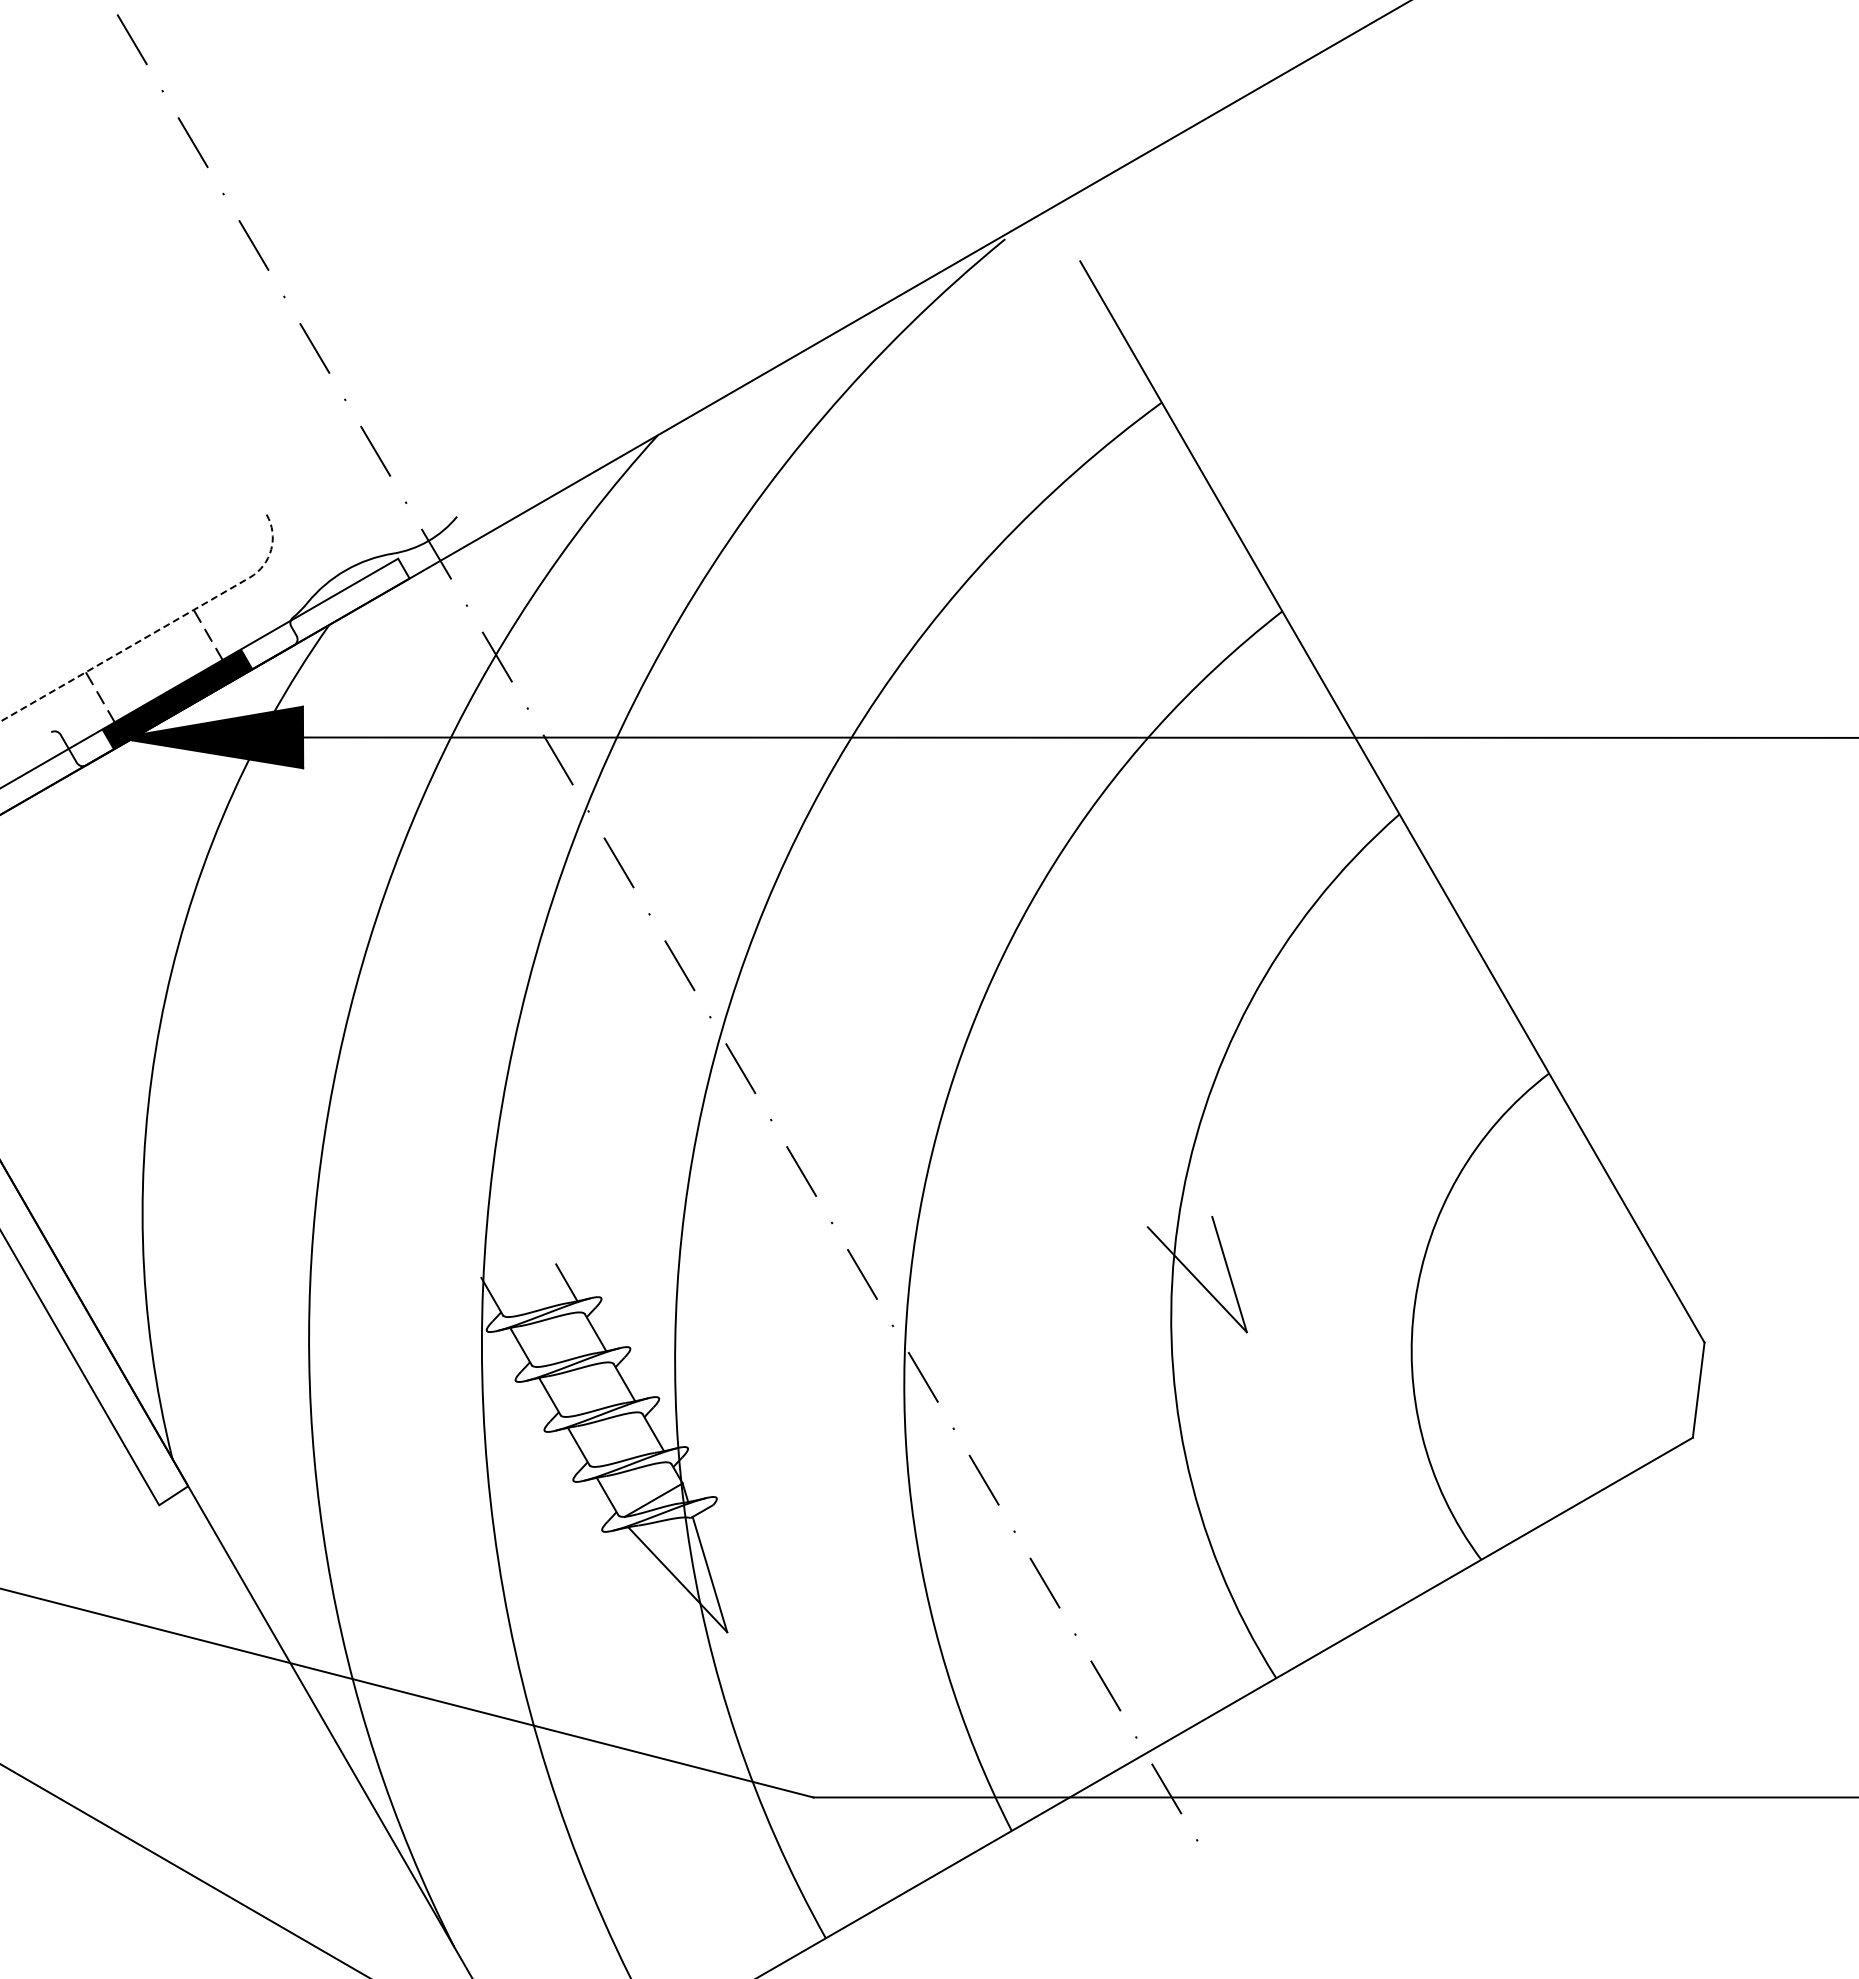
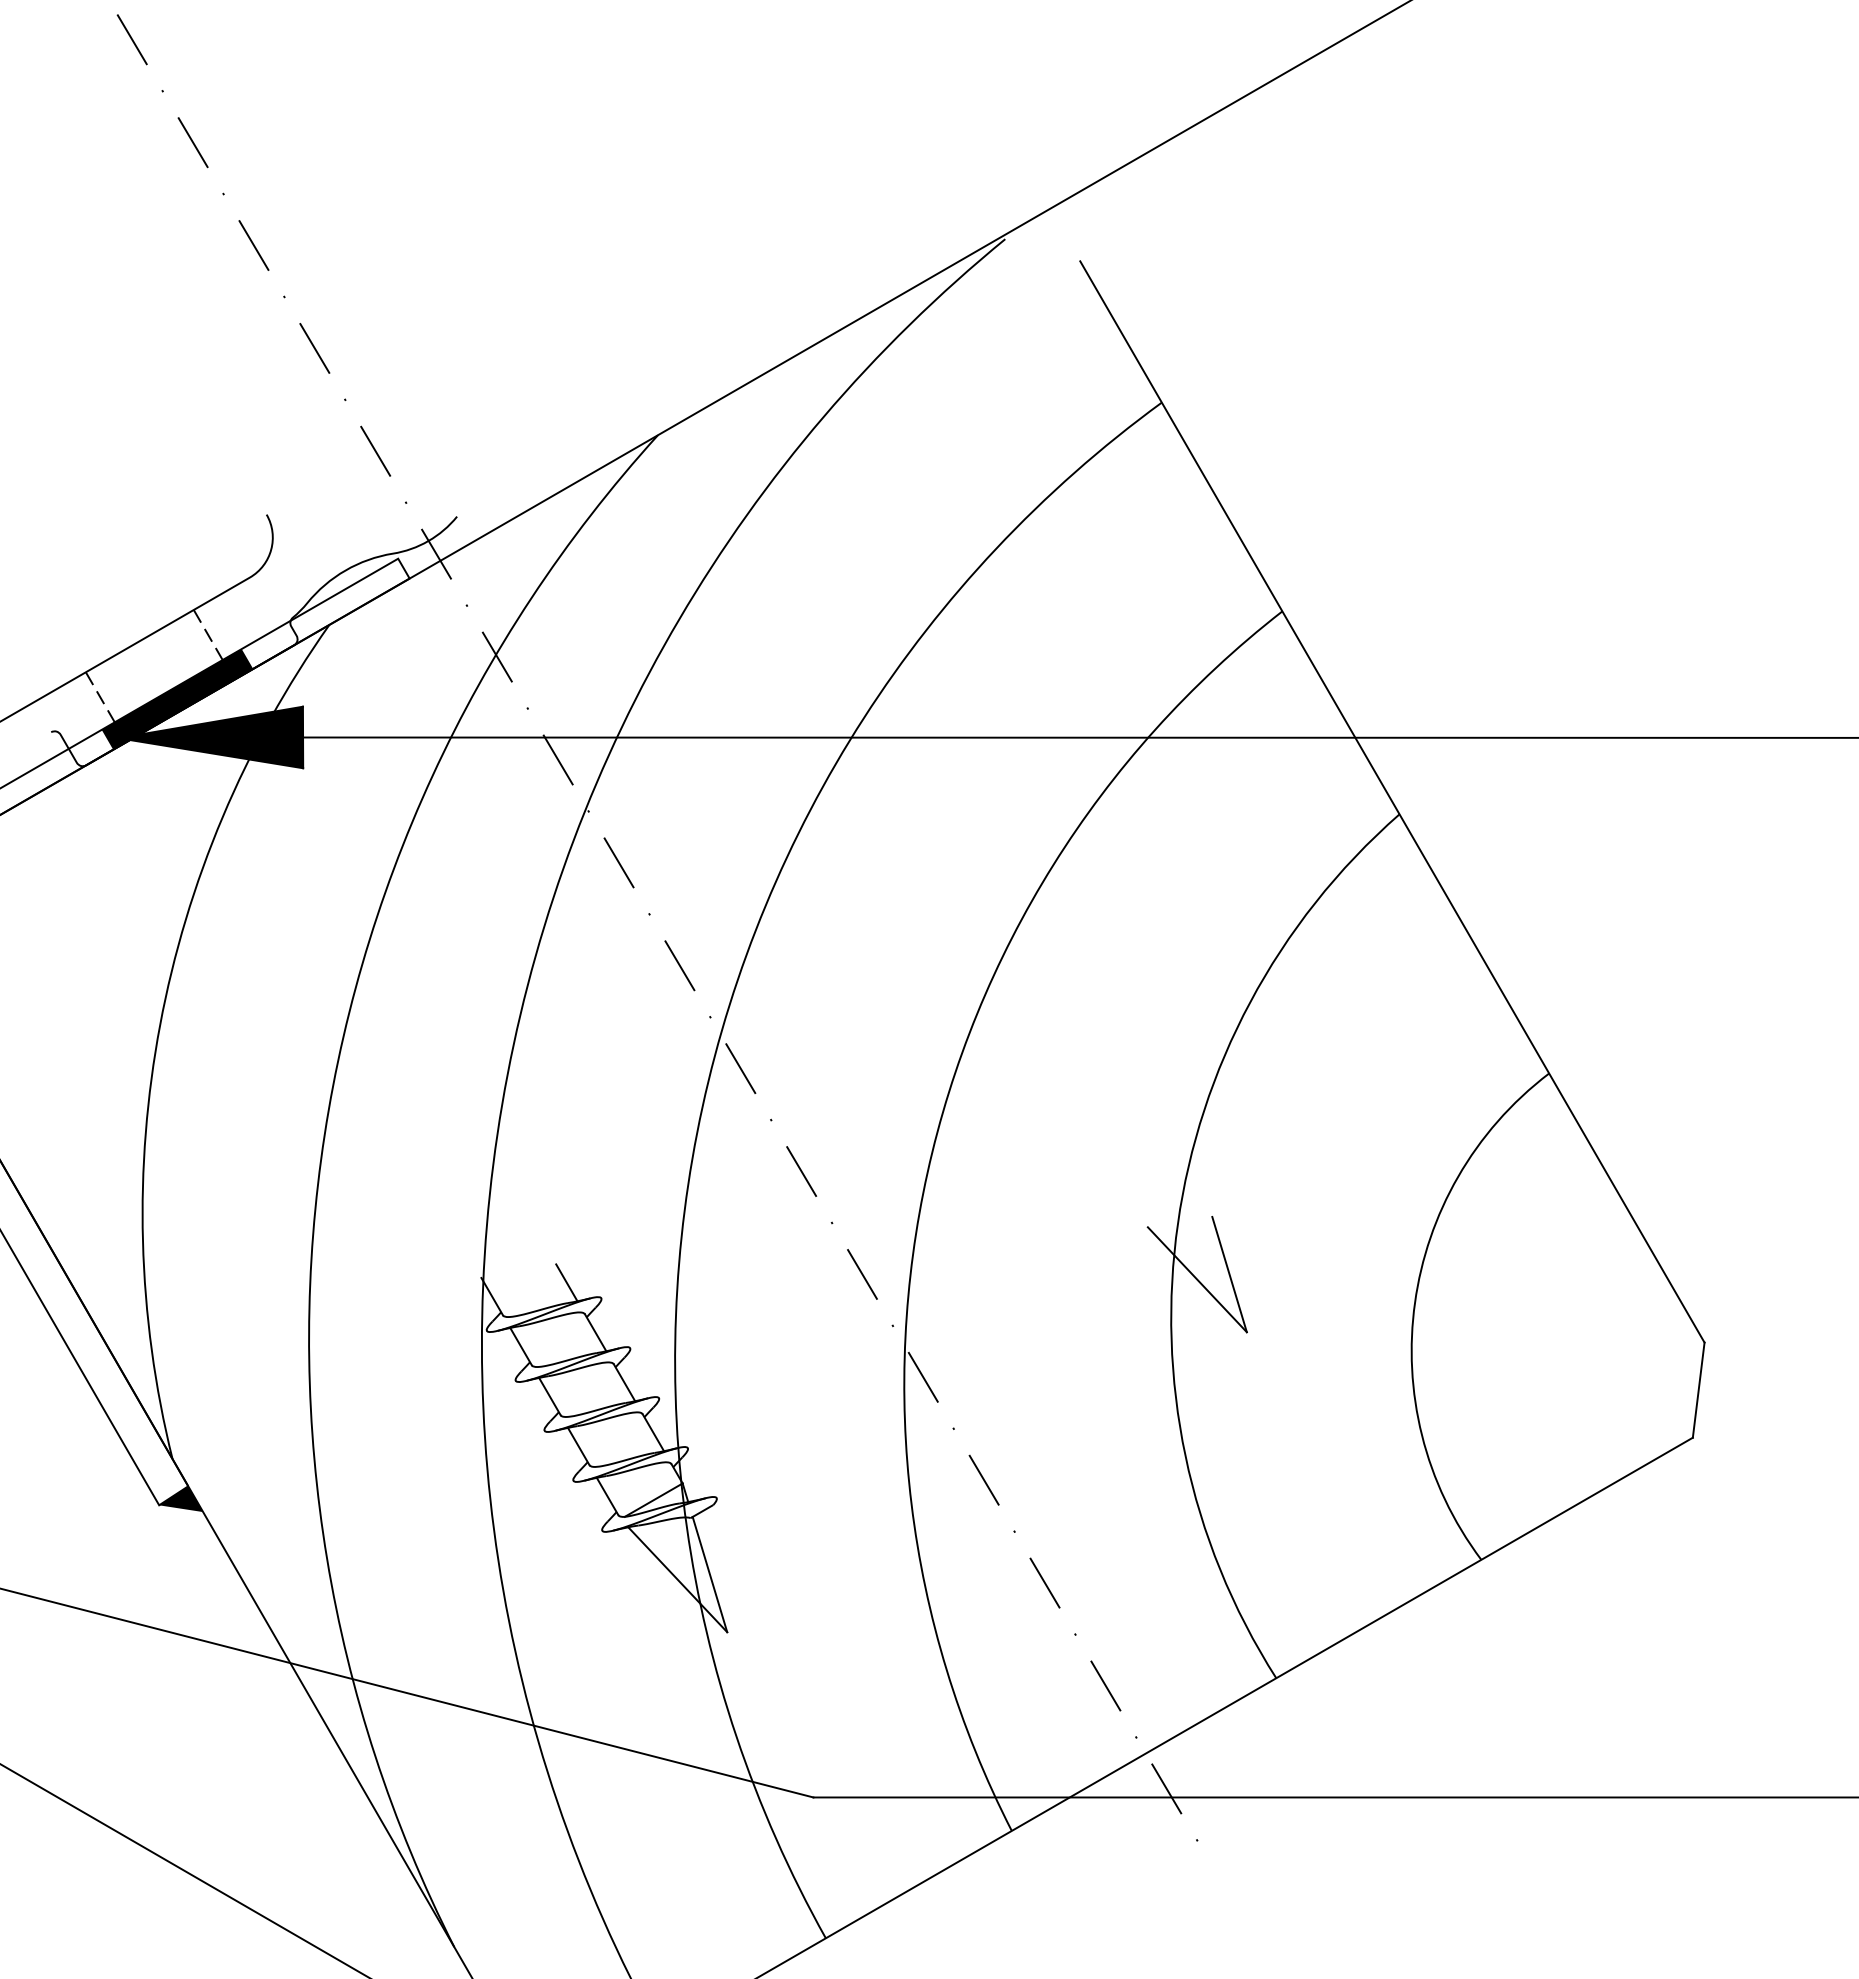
line at (166, 625): dashed -> solid
fill at (181, 1499): none -> present
